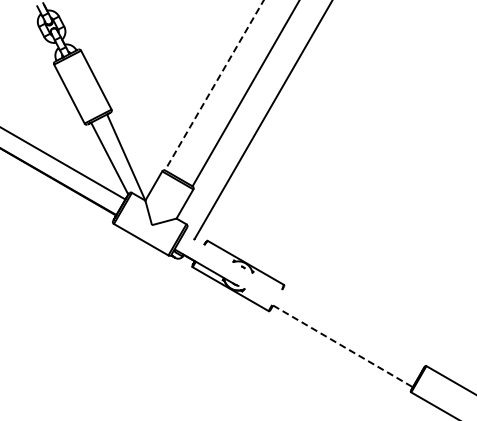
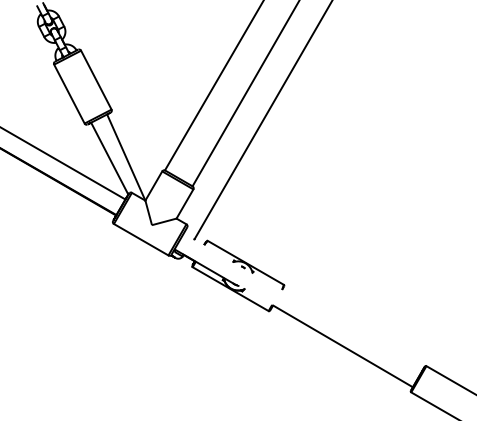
line at (214, 85): dashed -> solid
line at (343, 346): dashed -> solid
